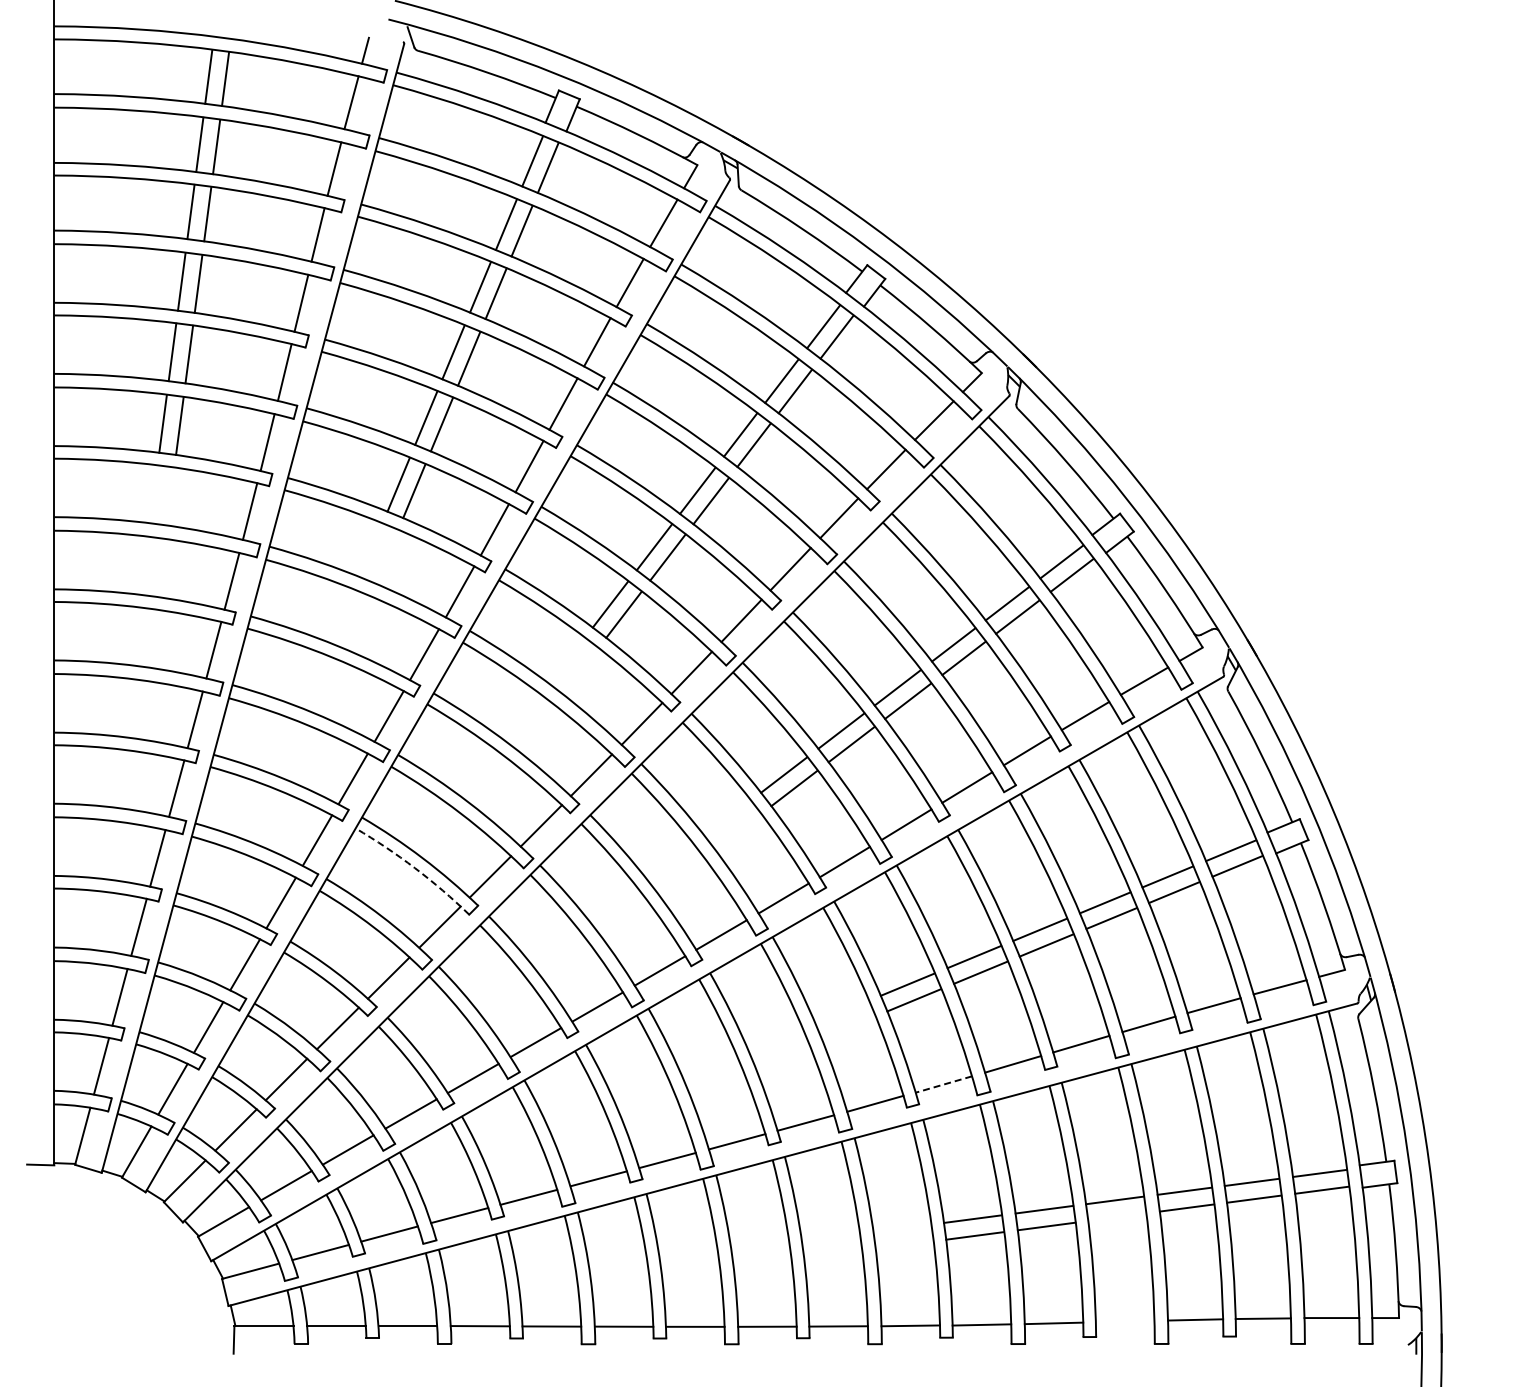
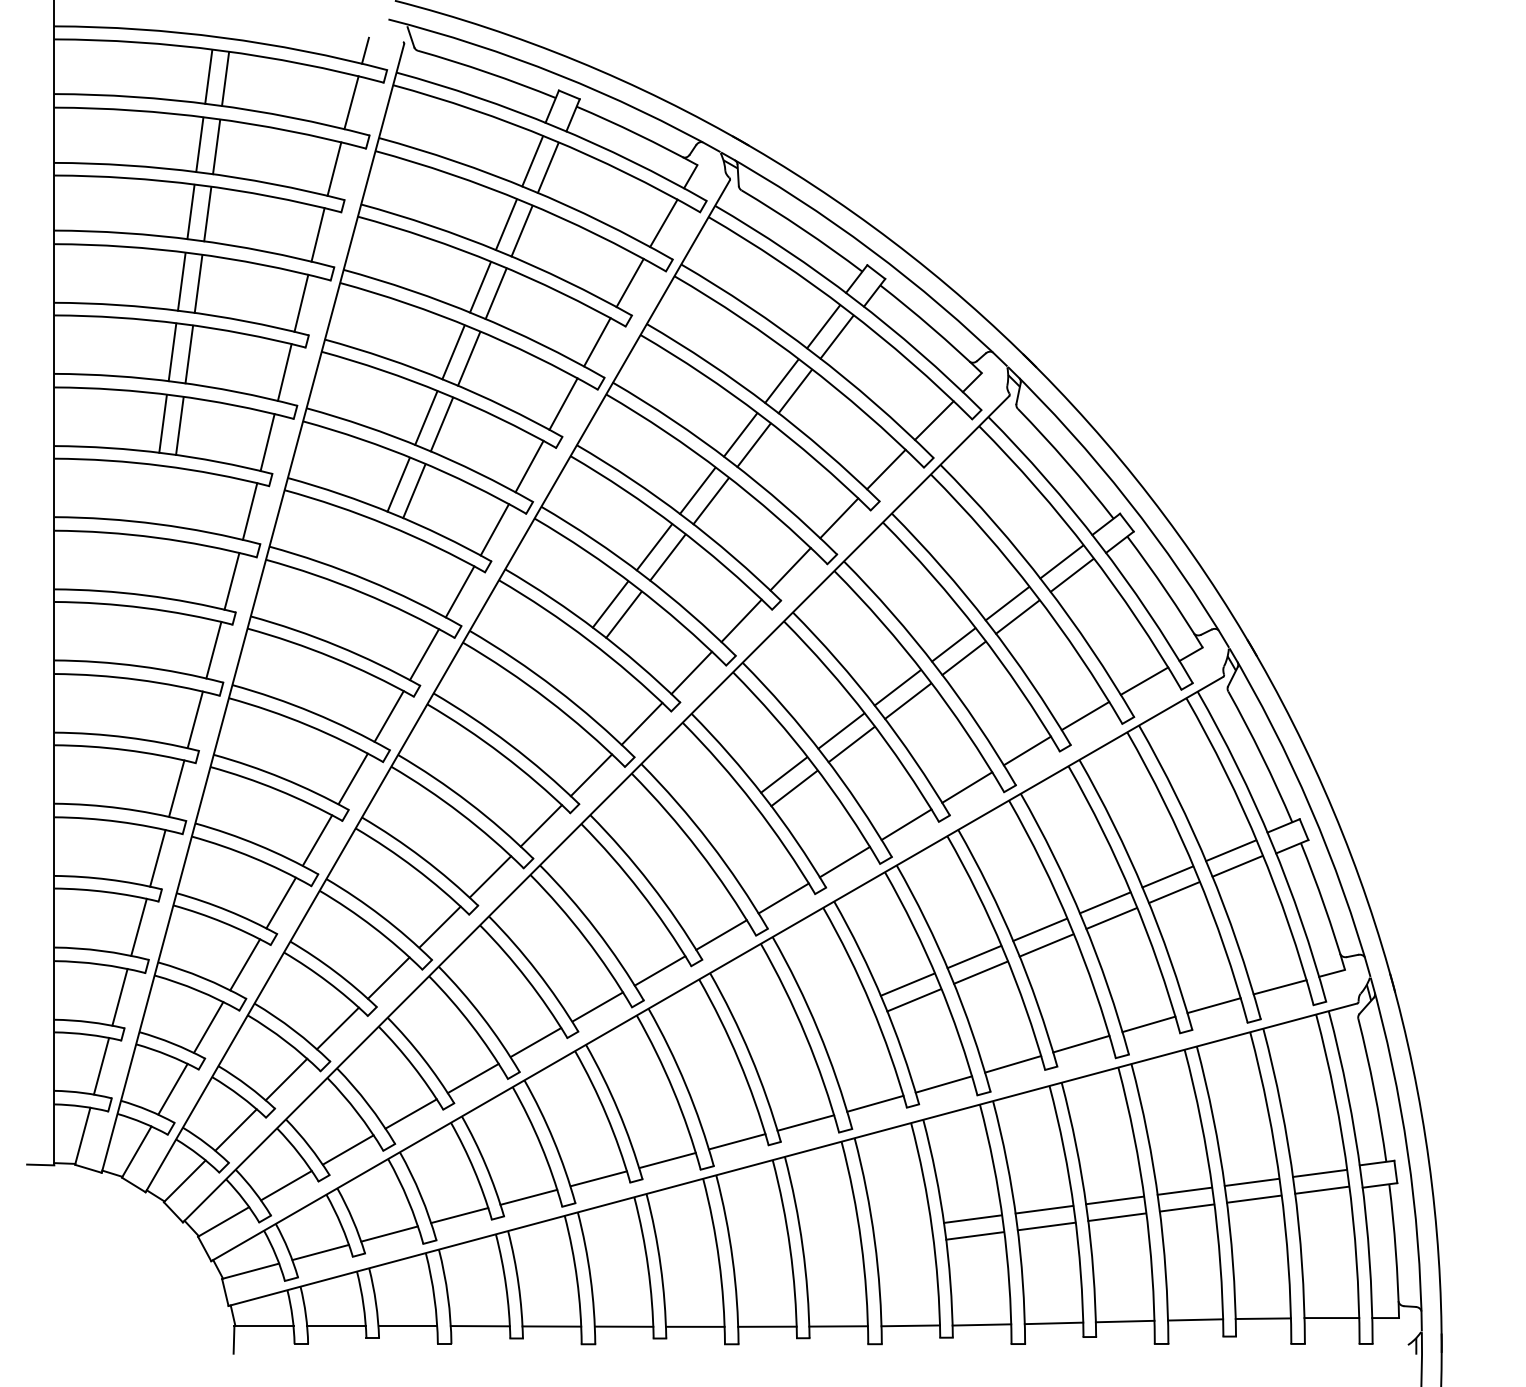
arc at (415, 868): dashed -> solid
line at (943, 1084): dashed -> solid
line at (1116, 1217): none -> present
line at (1124, 1321): none -> present
